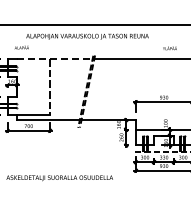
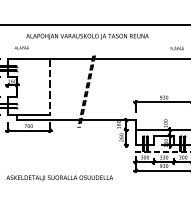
text at (169, 48) position: (169, 48) -> (176, 48)
line at (54, 59): dashed -> solid
